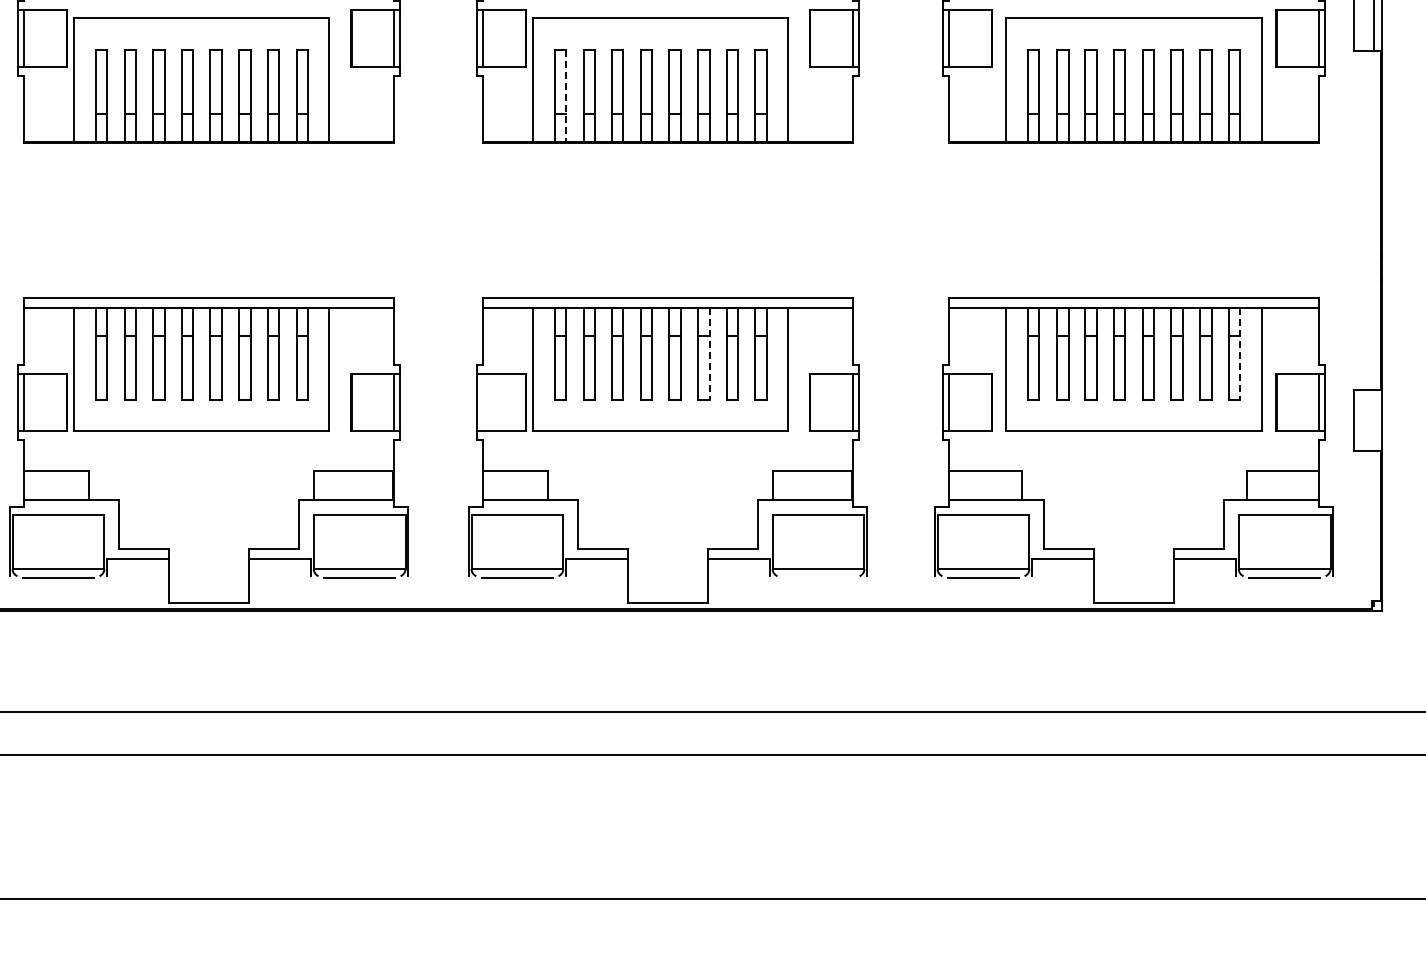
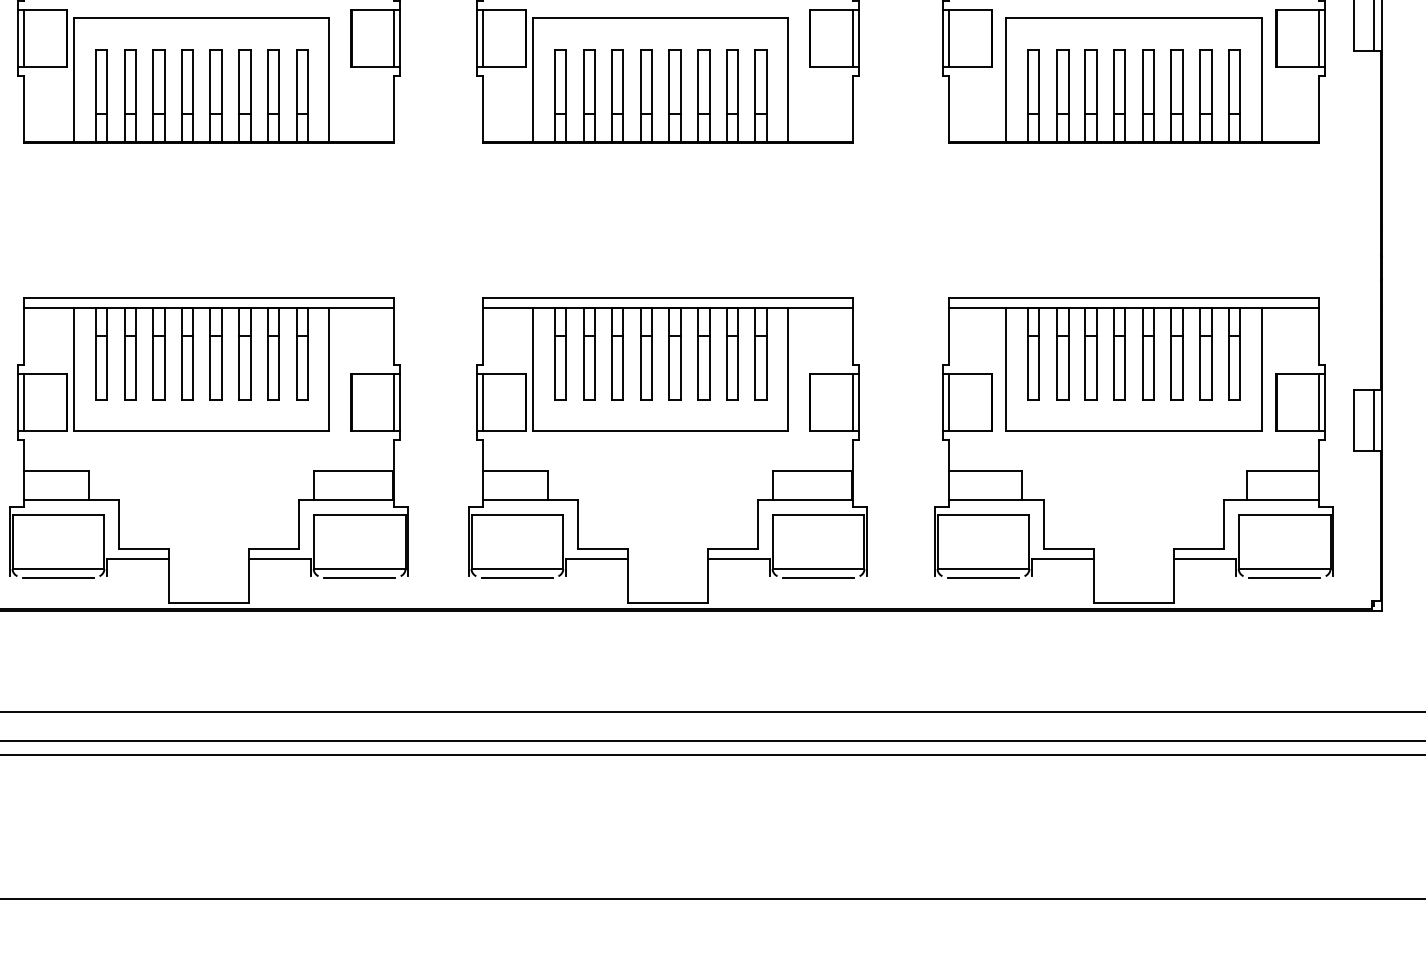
line at (566, 95): dashed -> solid
line at (709, 353): dashed -> solid
line at (1240, 353): dashed -> solid
line at (482, 402): none -> present
line at (1373, 420): none -> present
line at (818, 577): none -> present
line at (712, 741): none -> present
